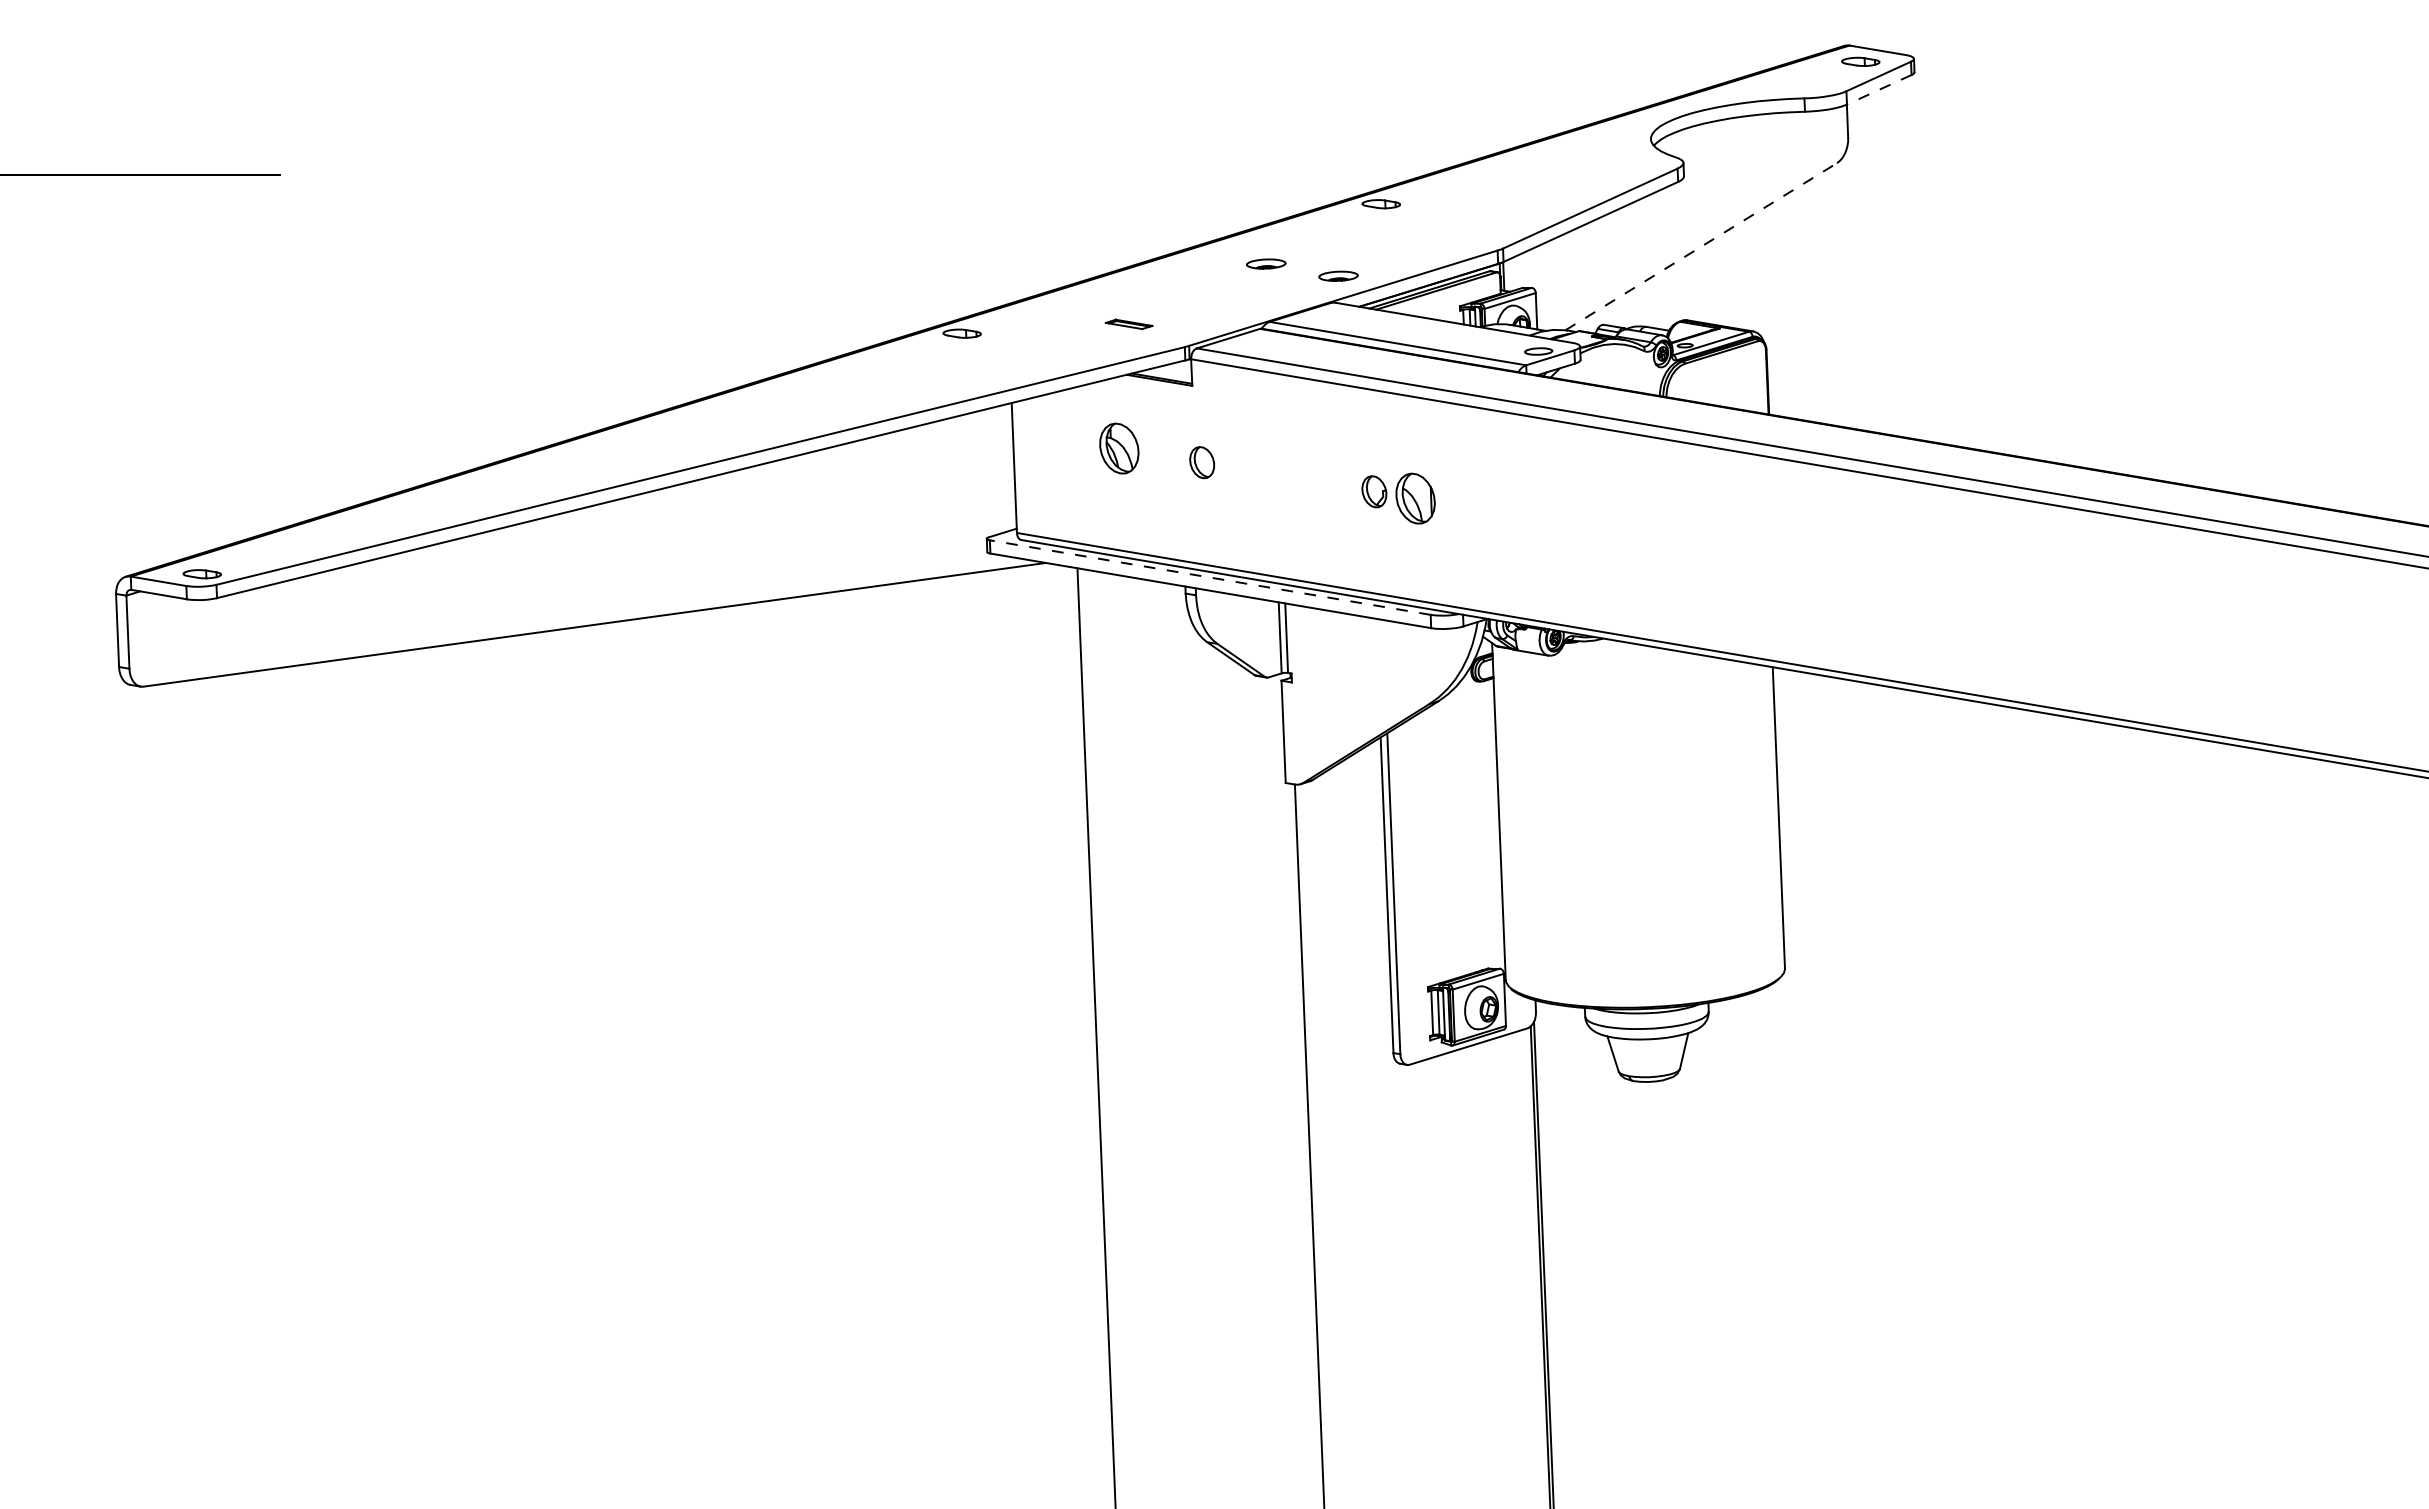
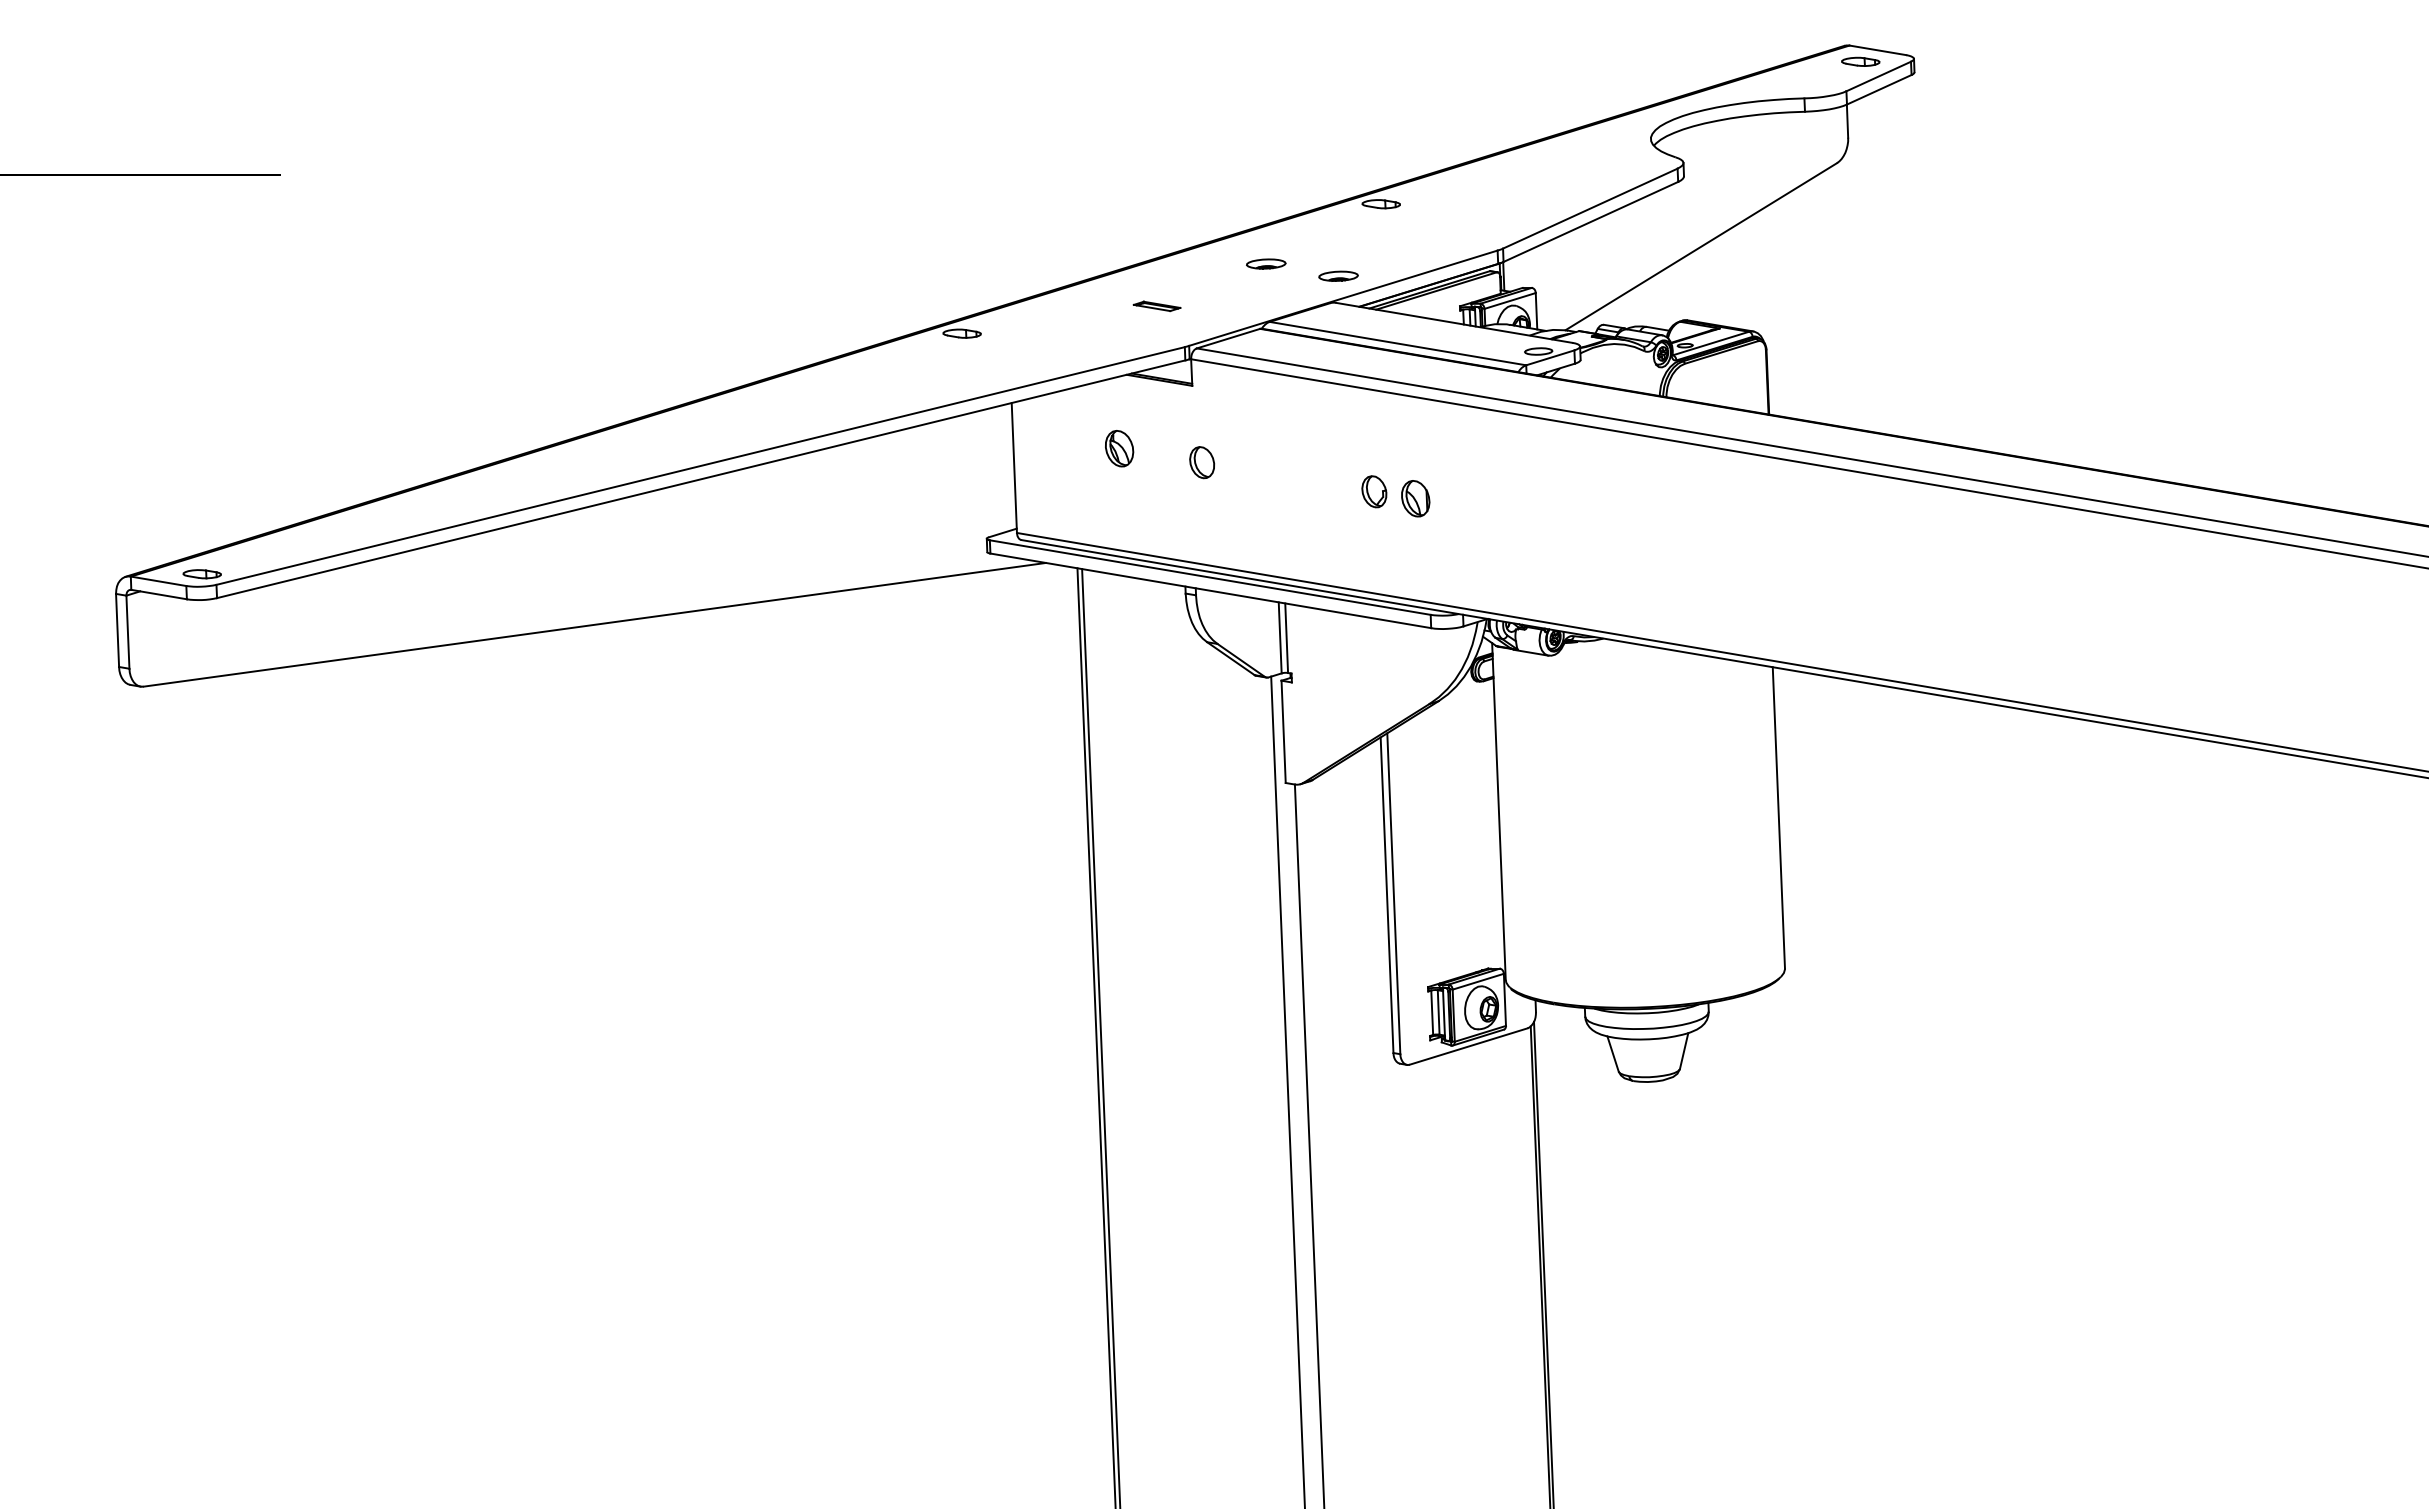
line at (1879, 89): dashed -> solid
line at (1701, 246): dashed -> solid
part at (1128, 324) position: (1128, 324) -> (1156, 306)
part at (1119, 448) size: 41x53 px -> 30x38 px
part at (1415, 498) size: 41x53 px -> 30x38 px
line at (1210, 577): dashed -> solid
line at (1101, 1037): none -> present
line at (1287, 1090): none -> present
